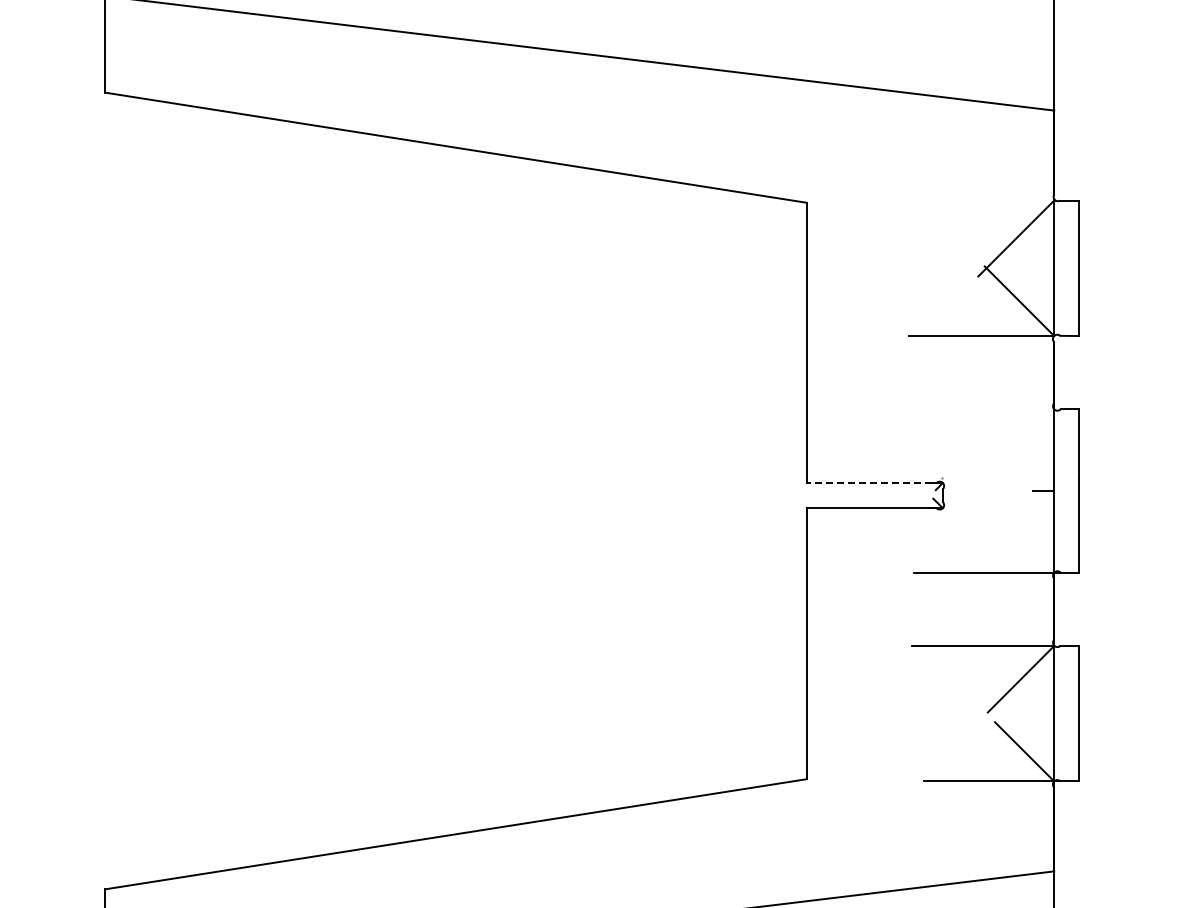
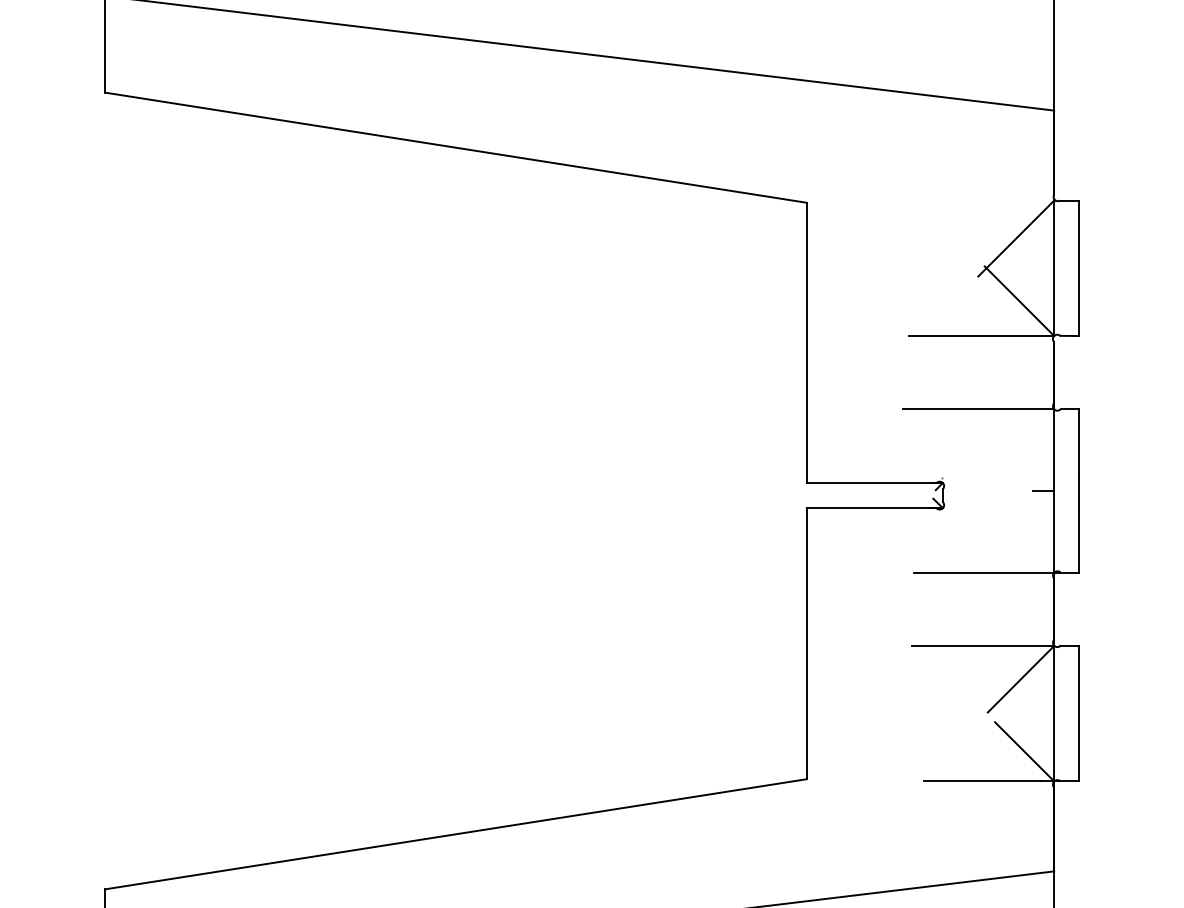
line at (978, 409): none -> present
line at (874, 482): dashed -> solid
